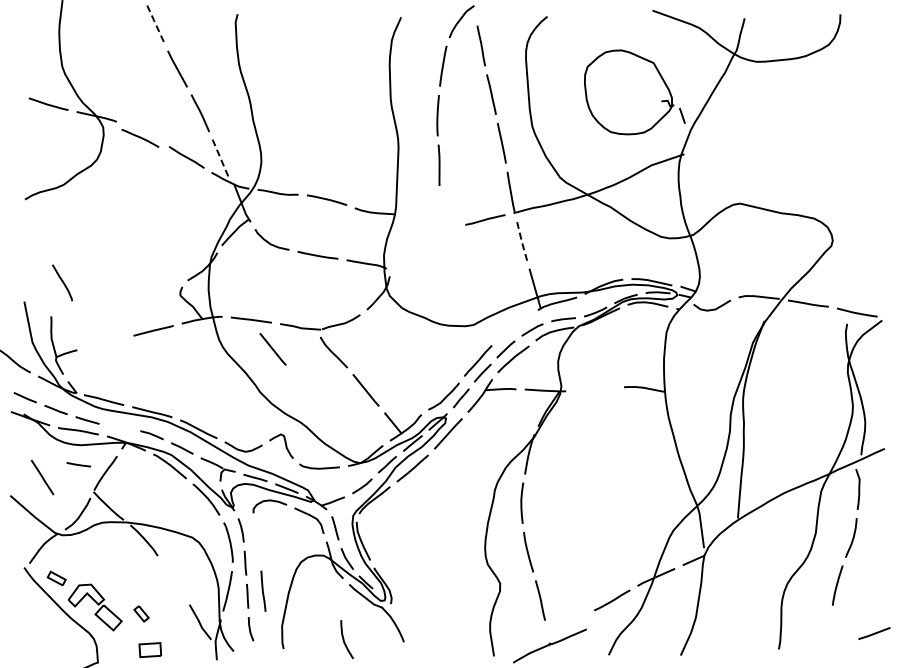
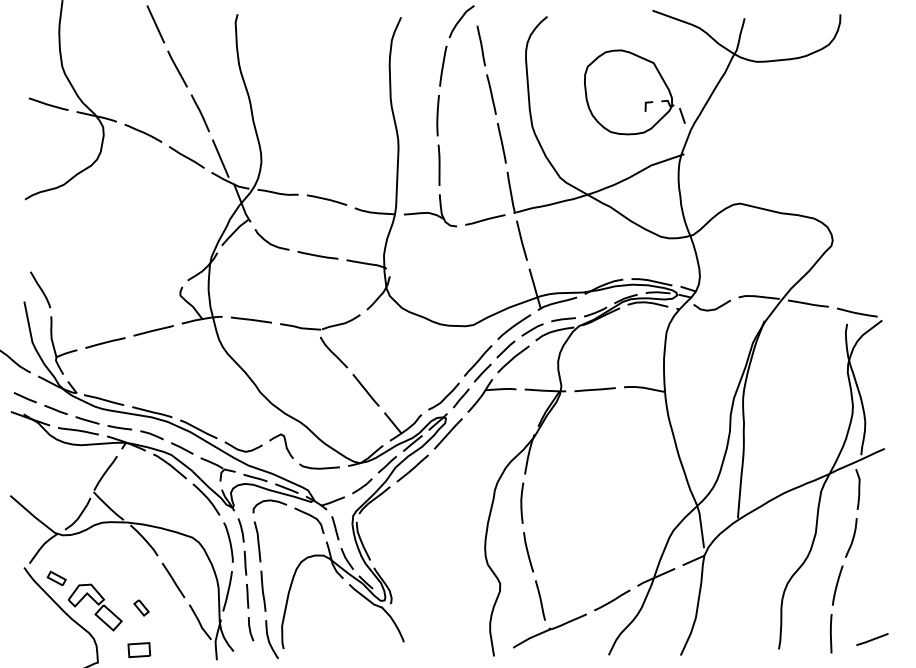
line at (155, 24): dashed -> solid
line at (646, 106): none -> present
line at (140, 138) position: (140, 138) -> (143, 133)
line at (220, 157): dashed -> solid
part at (430, 210): none -> present
line at (521, 240): dashed -> solid
curve at (62, 282) position: (62, 282) -> (40, 289)
line at (514, 326): none -> present
line at (105, 342): none -> present
line at (272, 349): present -> none
line at (594, 389): none -> present
line at (78, 464) position: (78, 464) -> (119, 427)
line at (42, 477) position: (42, 477) -> (173, 580)
curve at (257, 541): none -> present
part at (141, 613) position: (141, 613) -> (141, 607)
line at (830, 633): none -> present
line at (874, 633) position: (874, 633) -> (872, 639)
curve at (344, 639) position: (344, 639) -> (269, 639)
part at (549, 645) position: (549, 645) -> (549, 630)
part at (150, 649) position: (150, 649) -> (139, 649)
